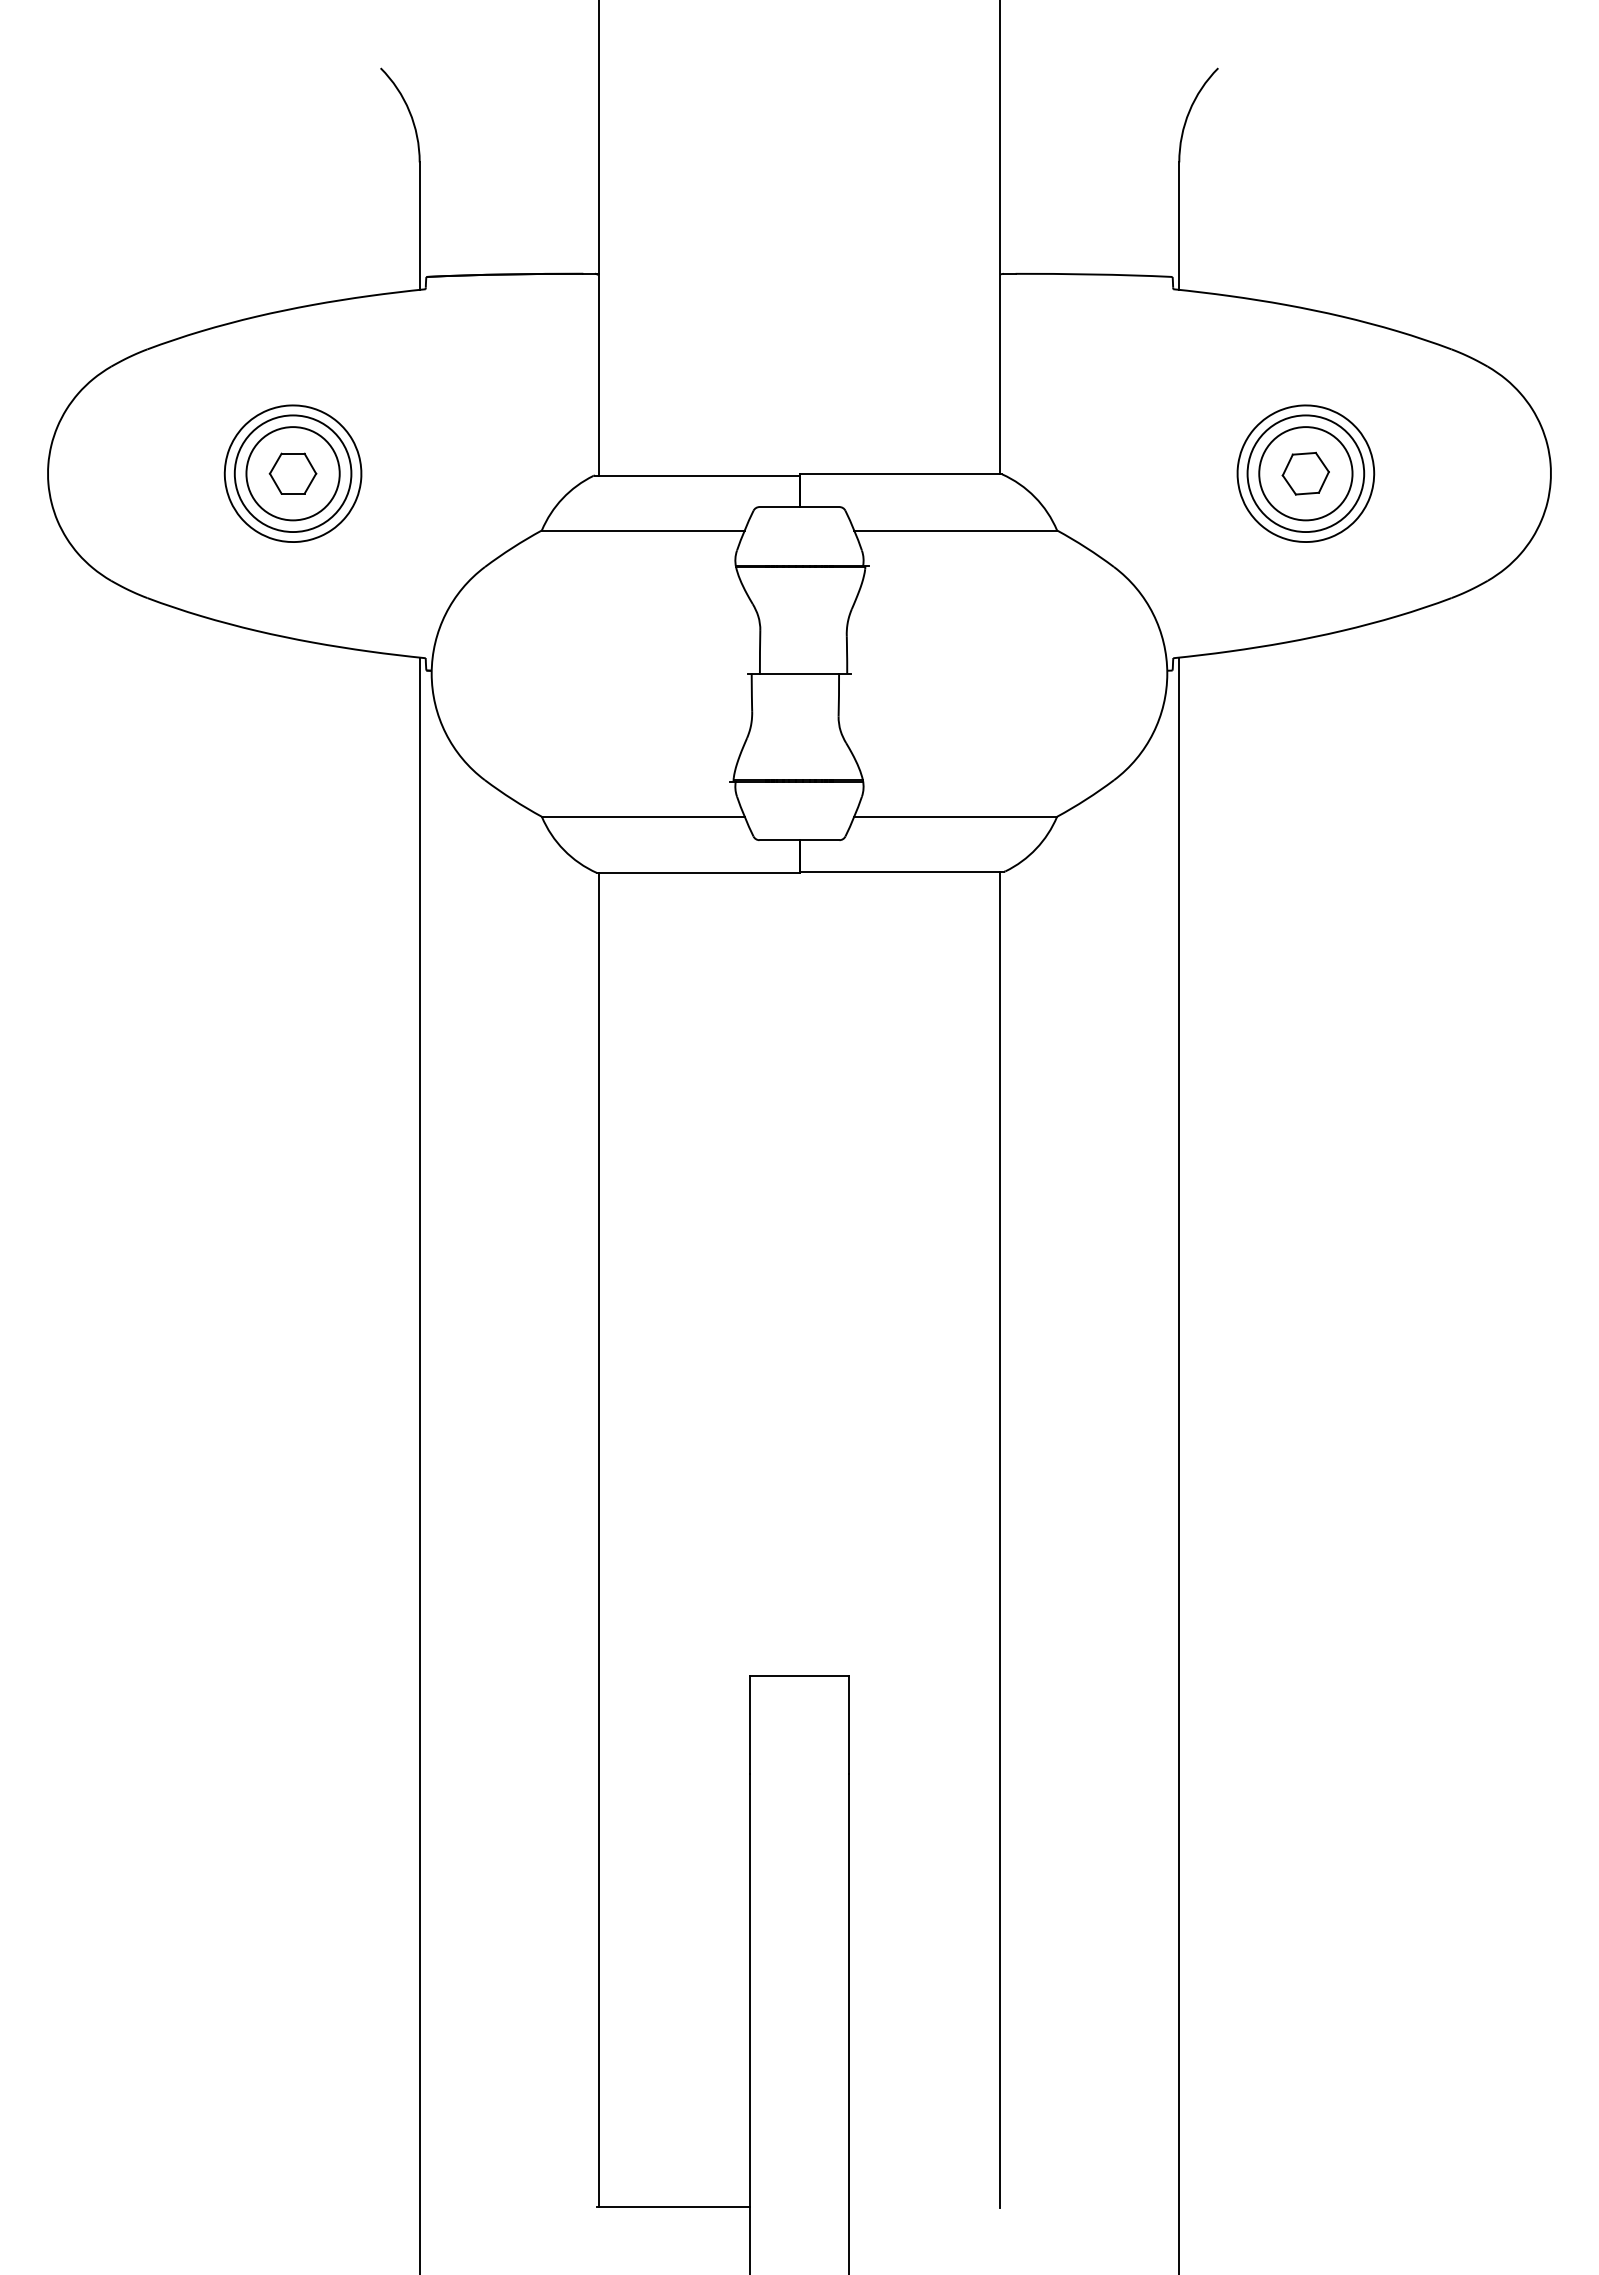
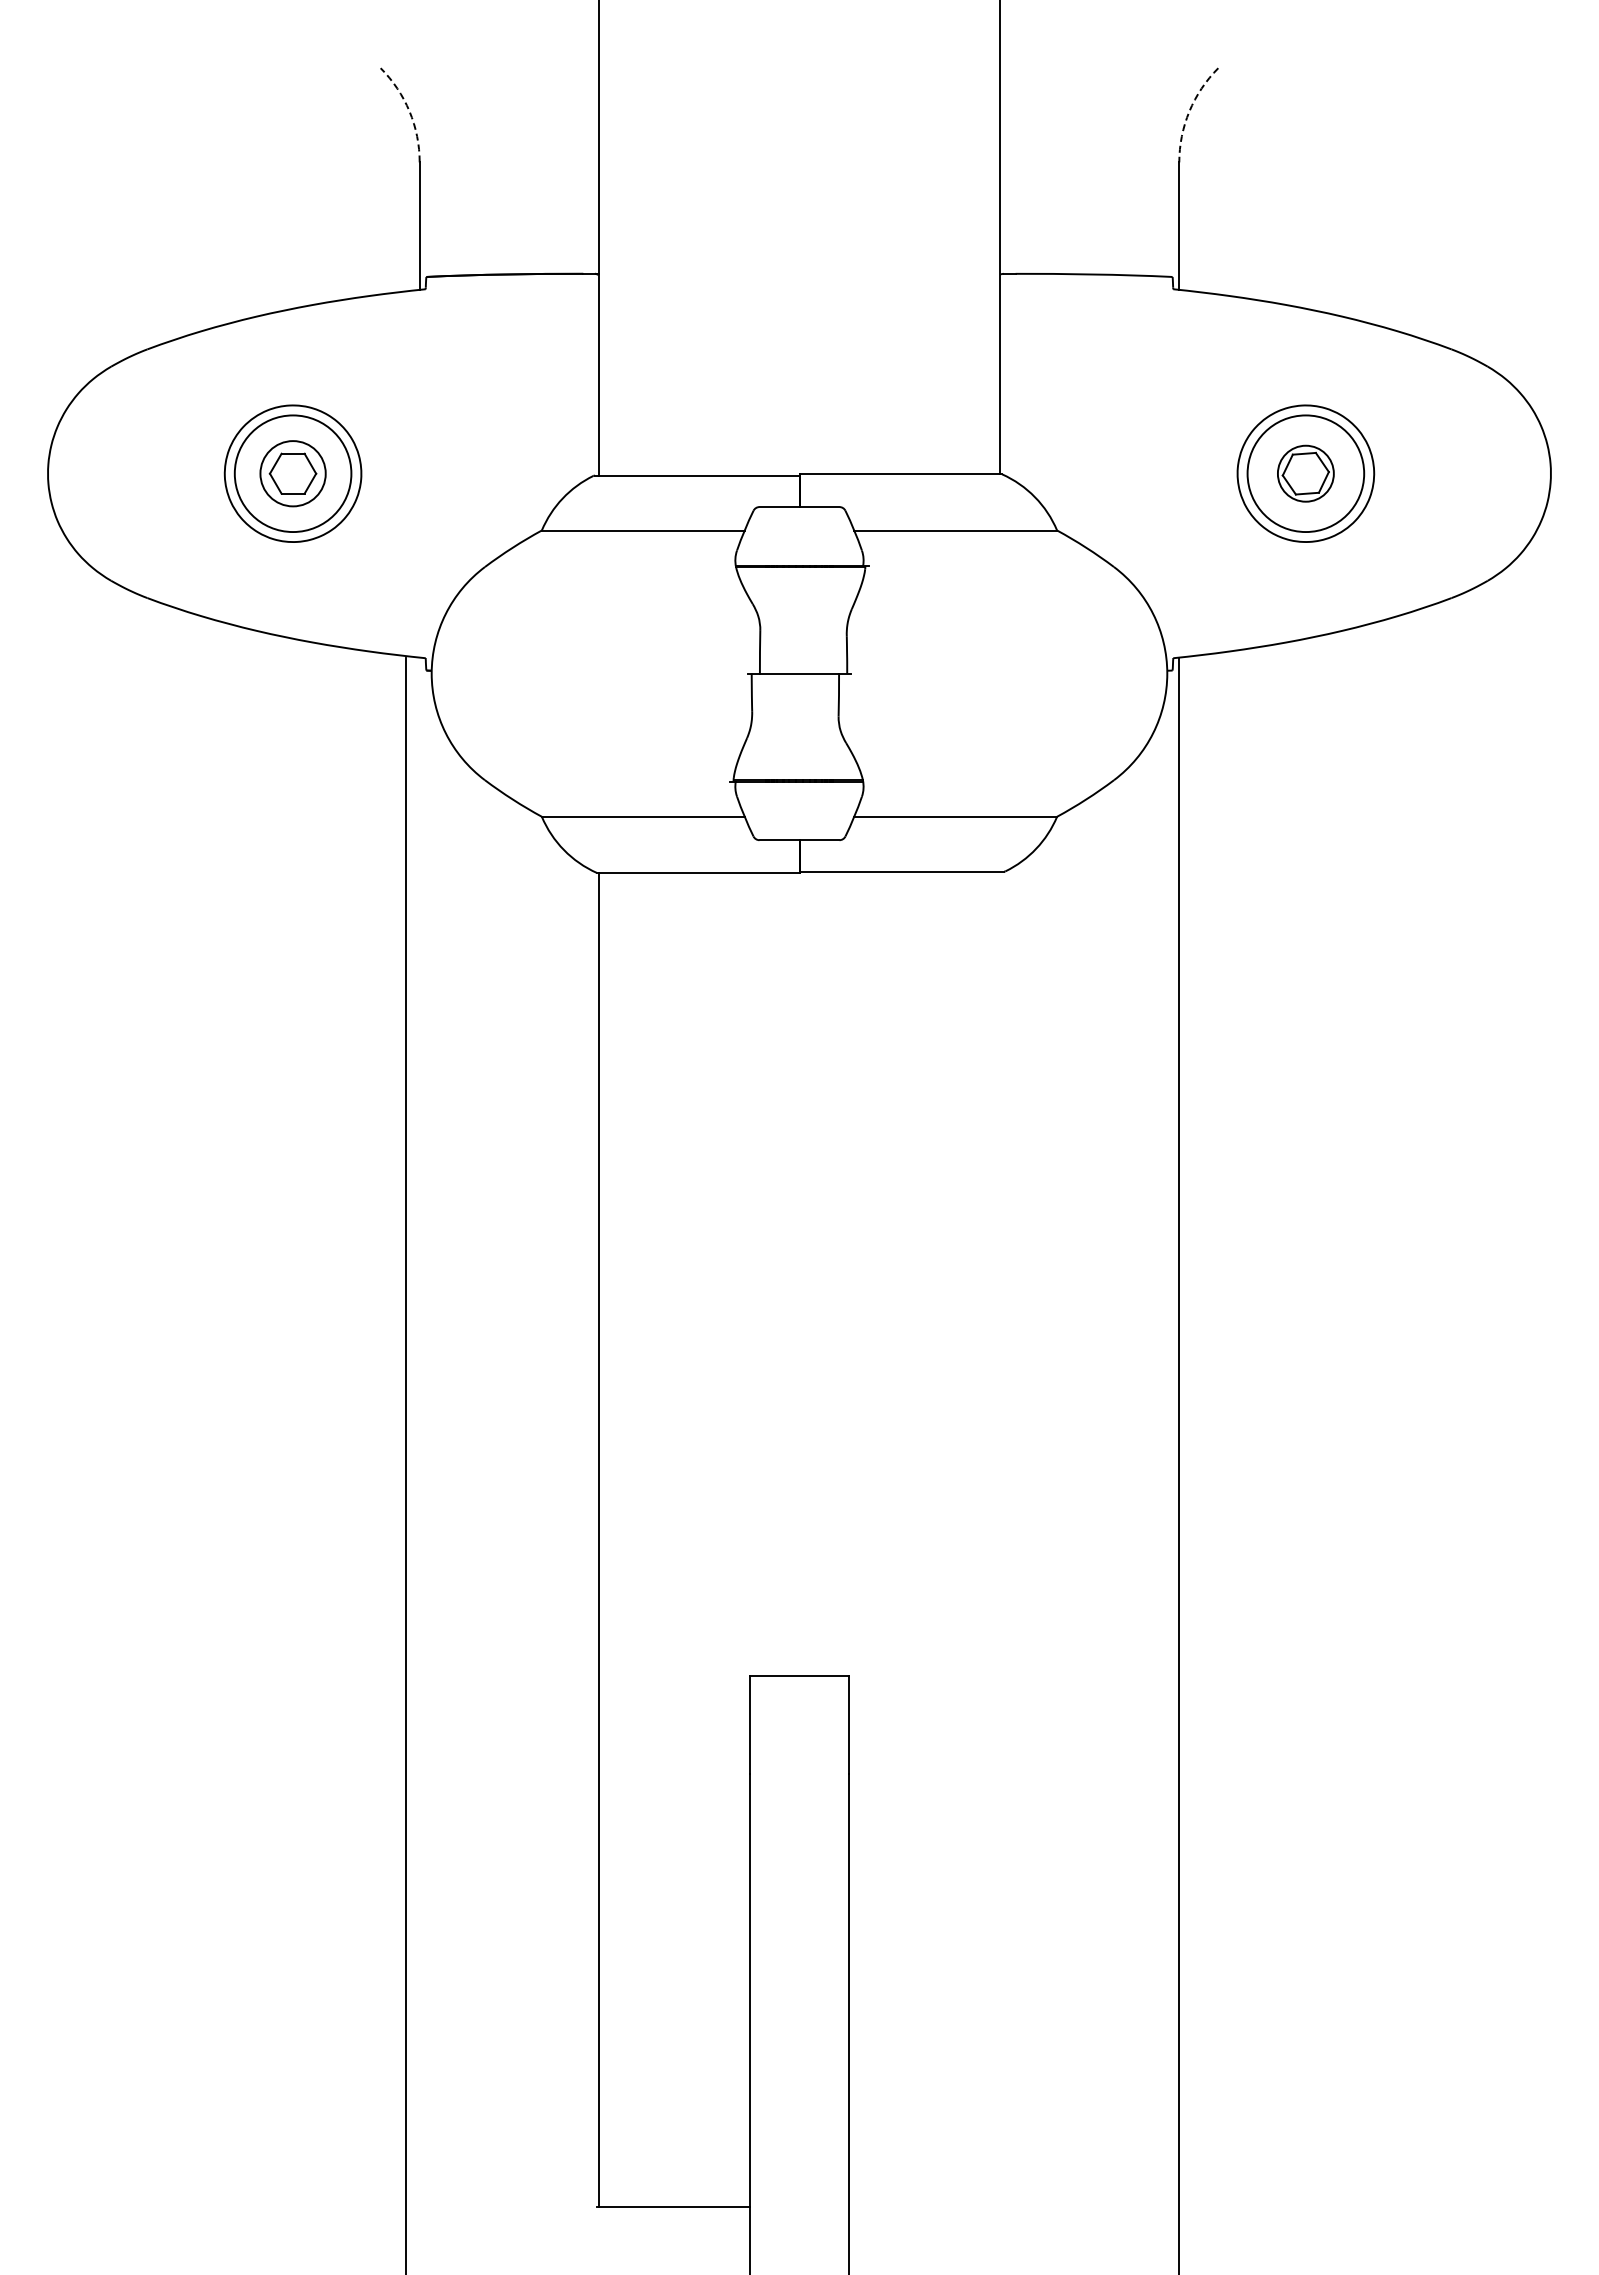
arc at (409, 111): solid -> dashed
arc at (1189, 111): solid -> dashed
circle at (292, 473) diameter: 93 px -> 65 px
circle at (1305, 473) diameter: 93 px -> 56 px
line at (419, 1464) position: (419, 1464) -> (405, 1464)
line at (1000, 1539): present -> none
